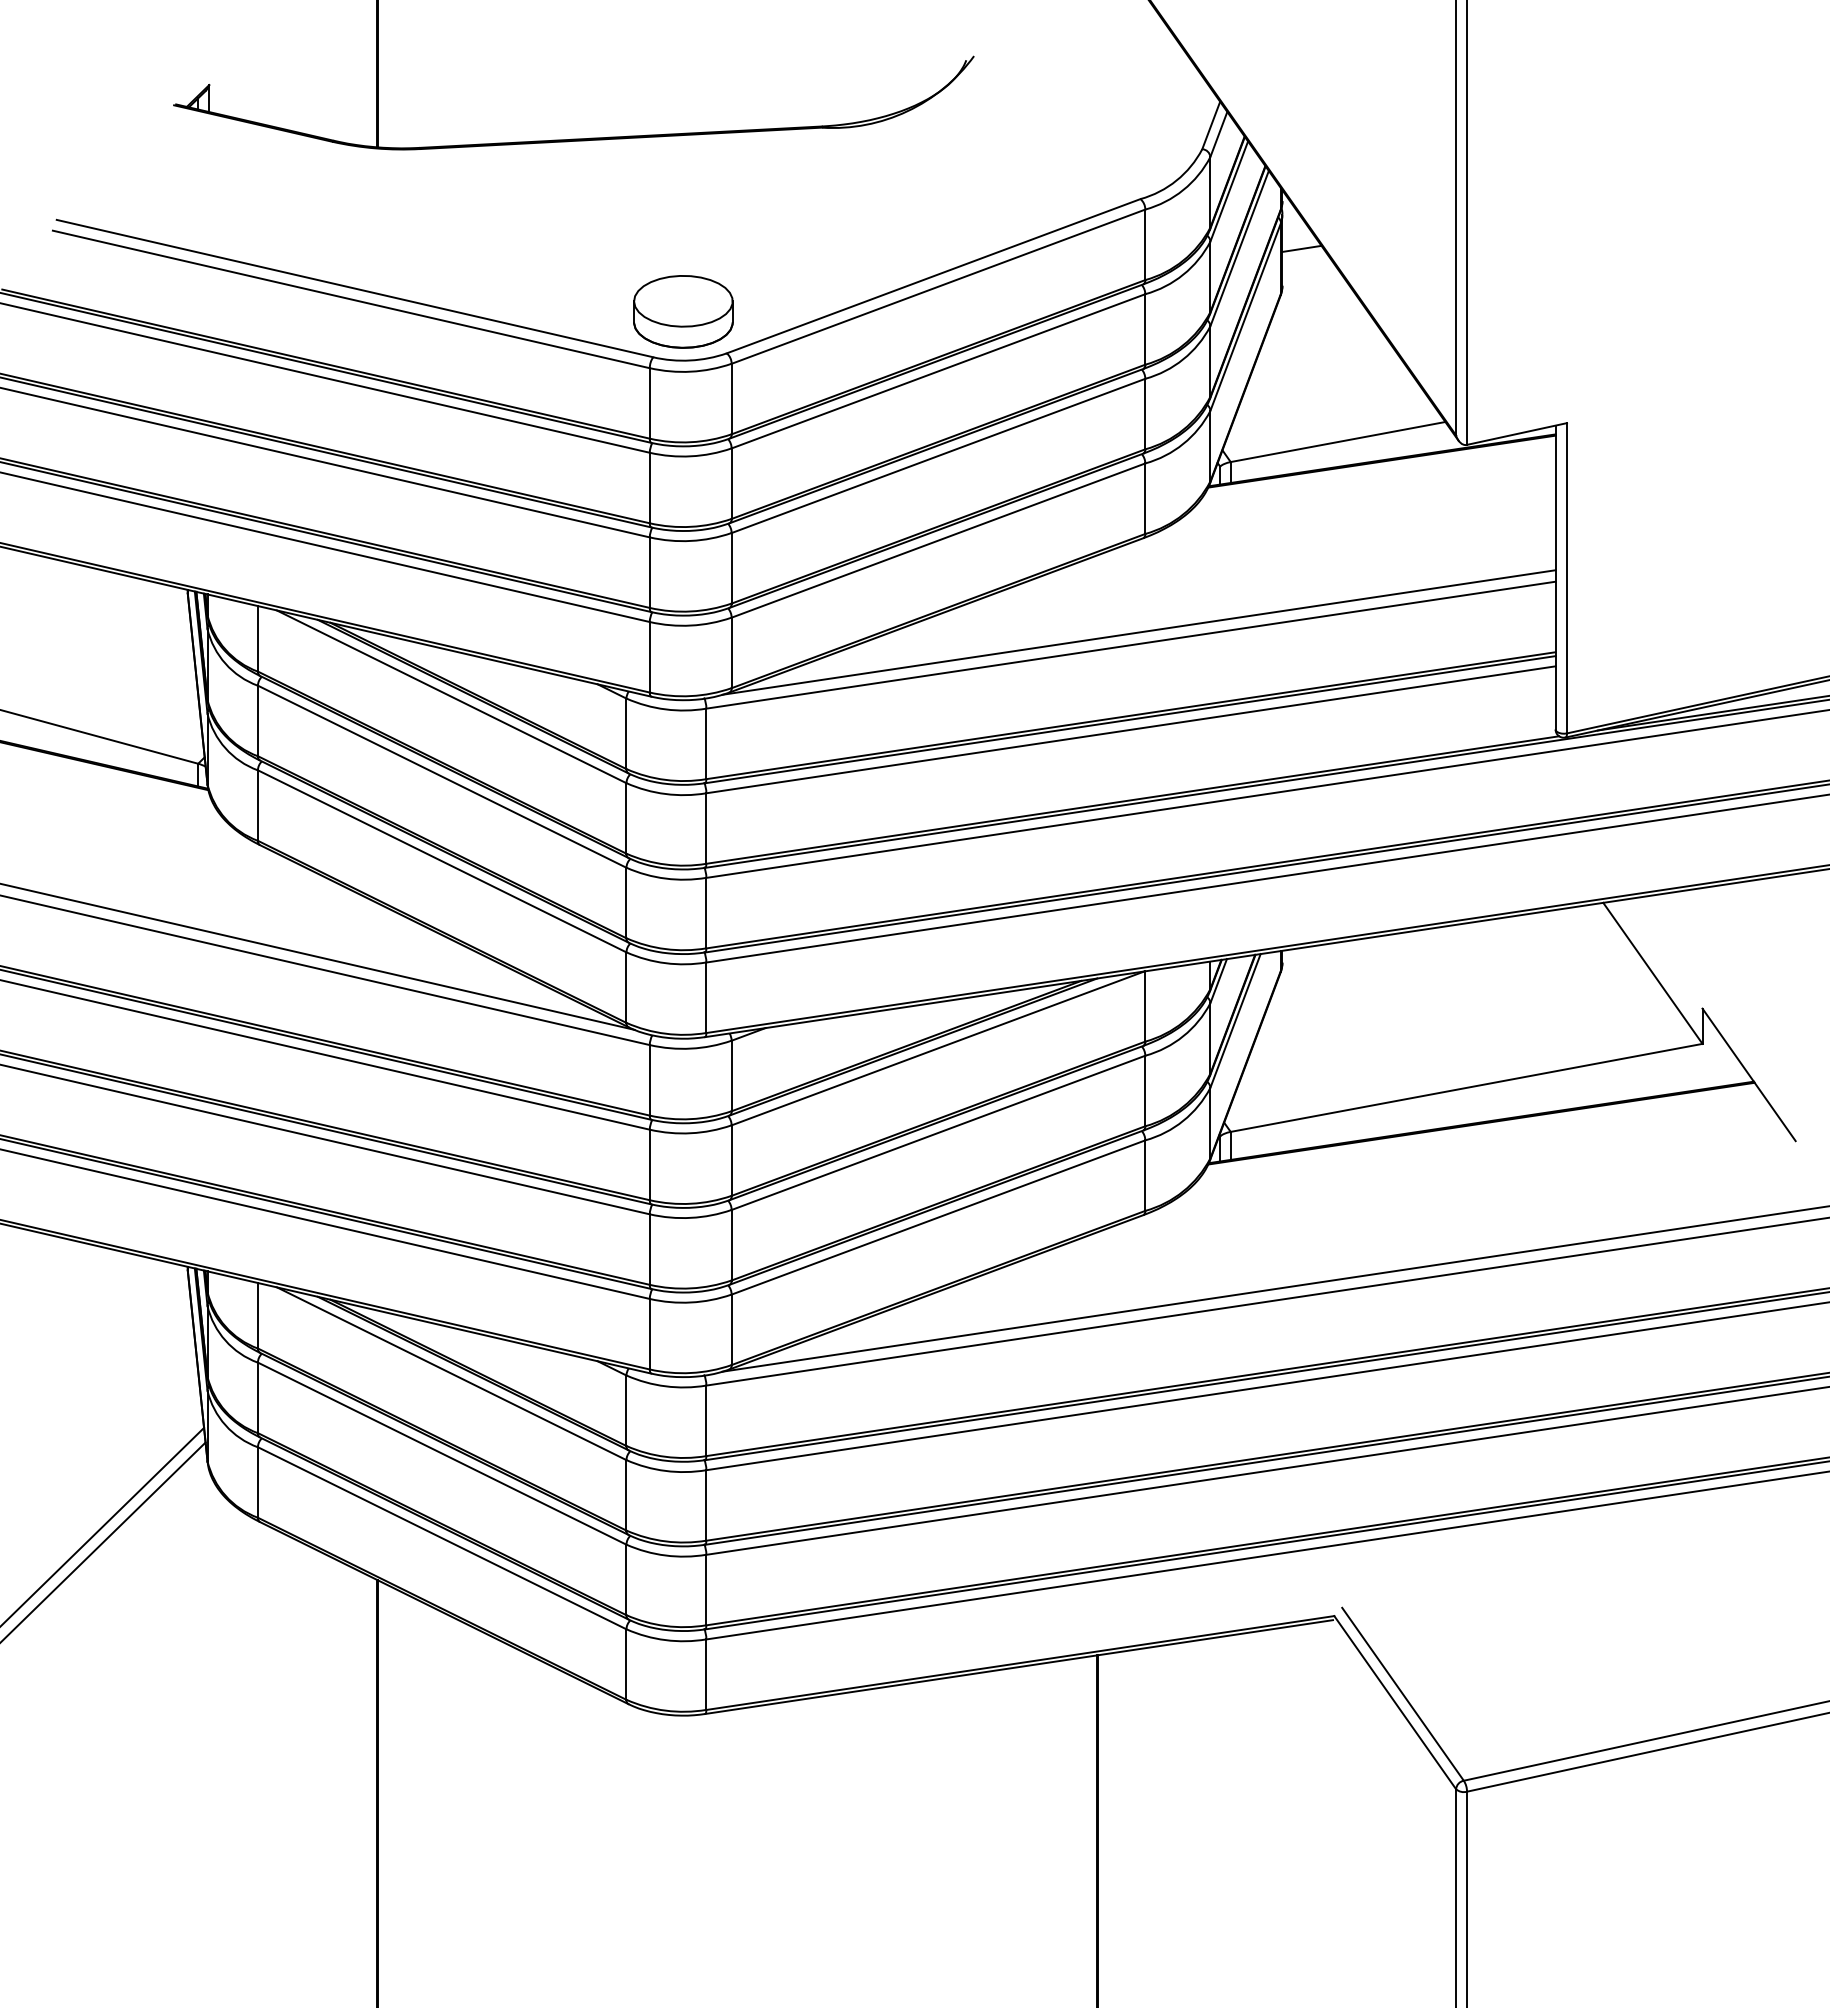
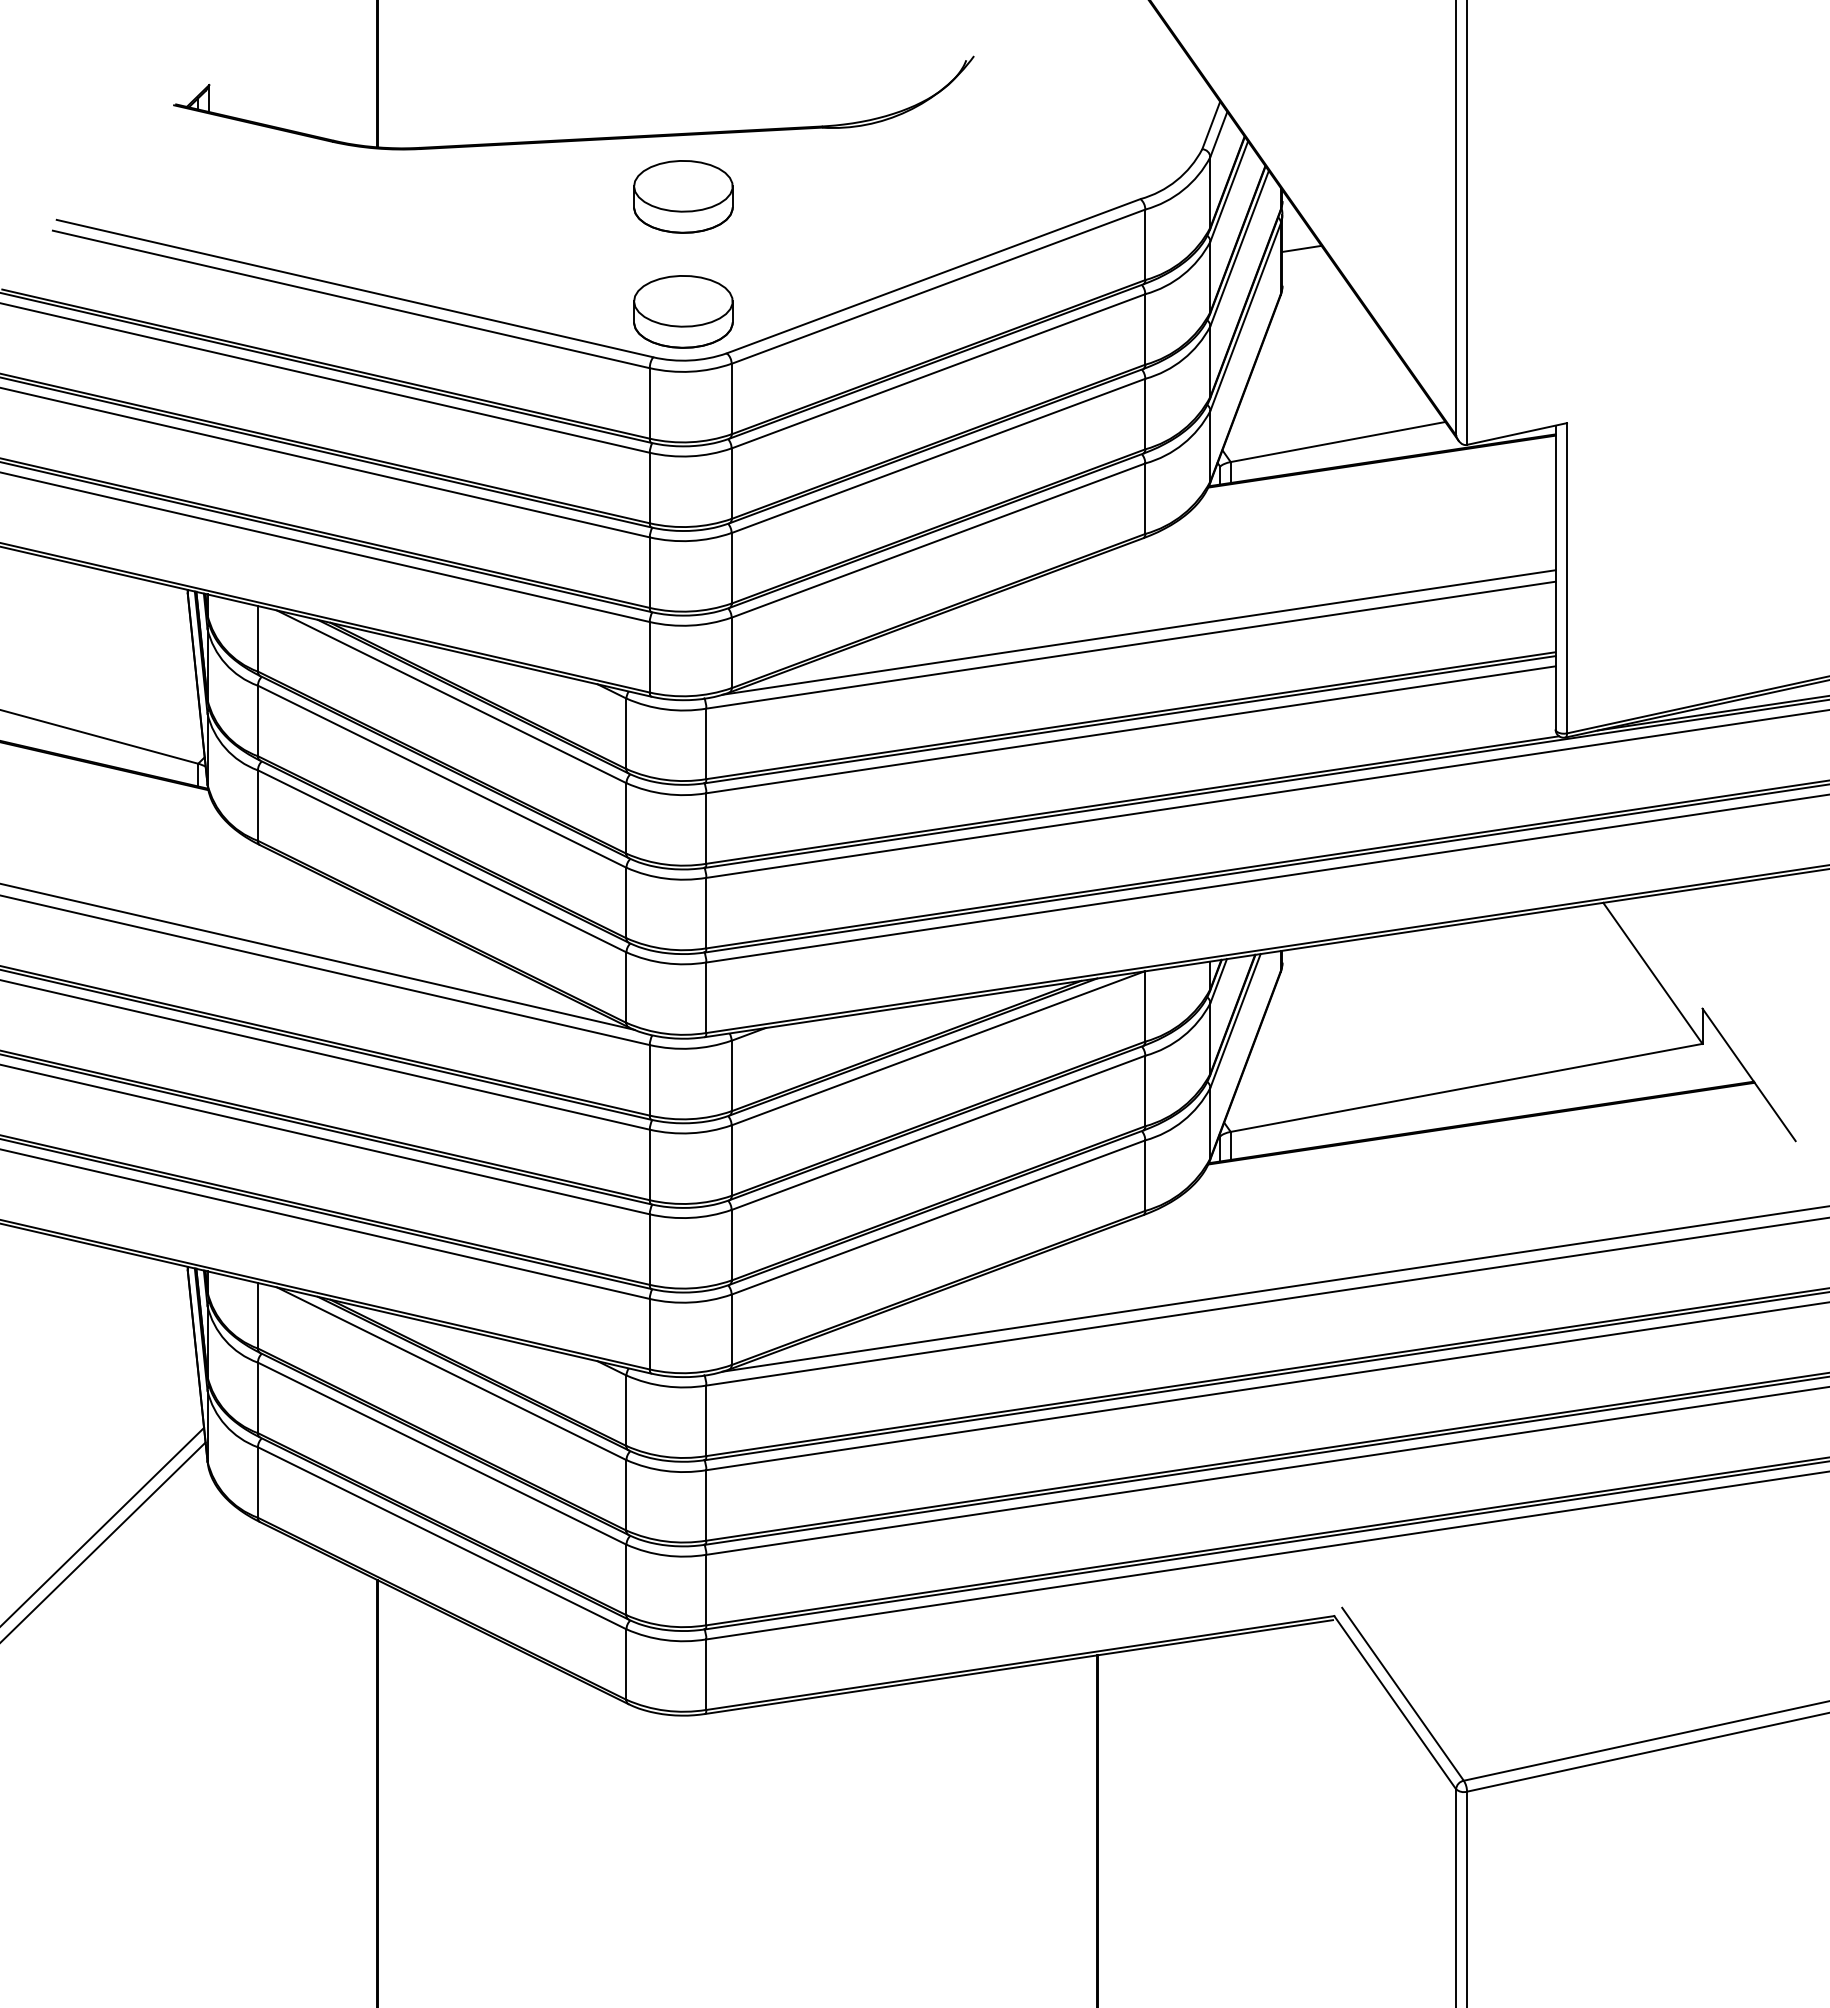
part at (683, 196): none -> present
